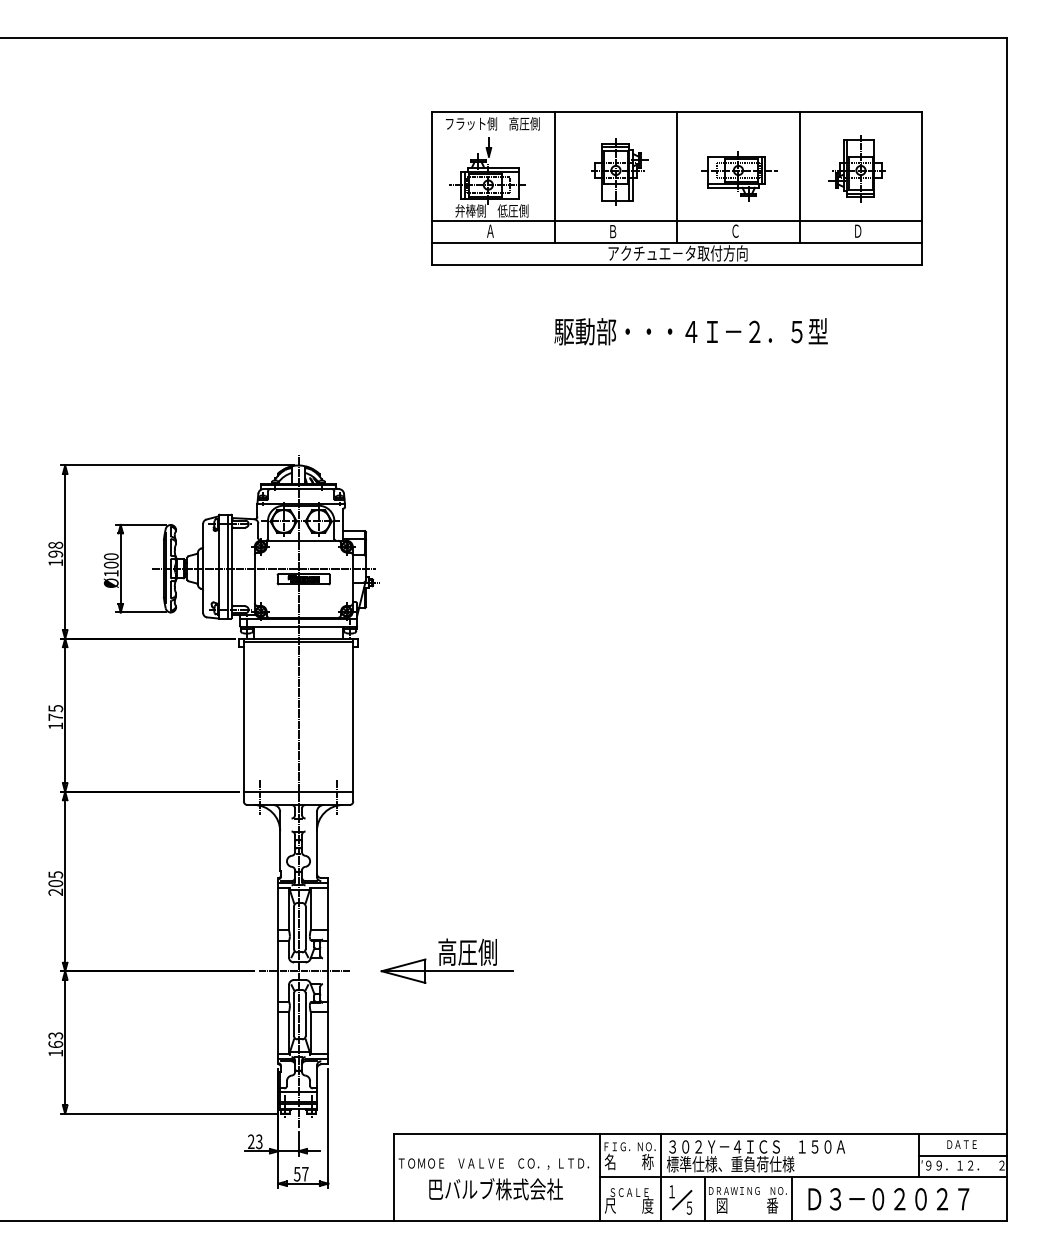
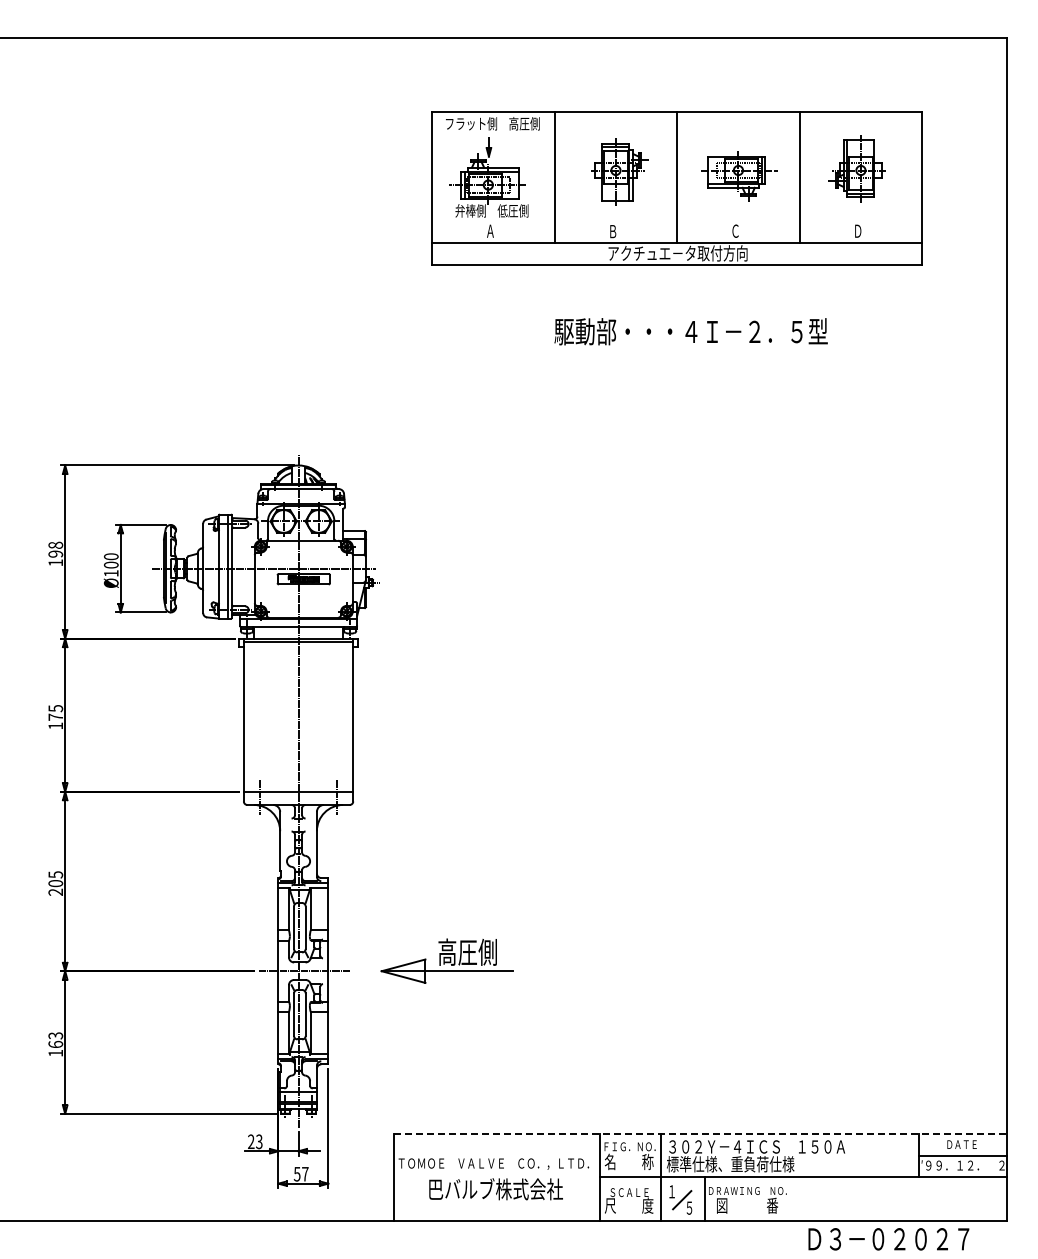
line at (677, 221): present -> none
line at (701, 1133): solid -> dashed
line at (792, 1199): present -> none
text at (888, 1199) position: (888, 1199) -> (888, 1239)
